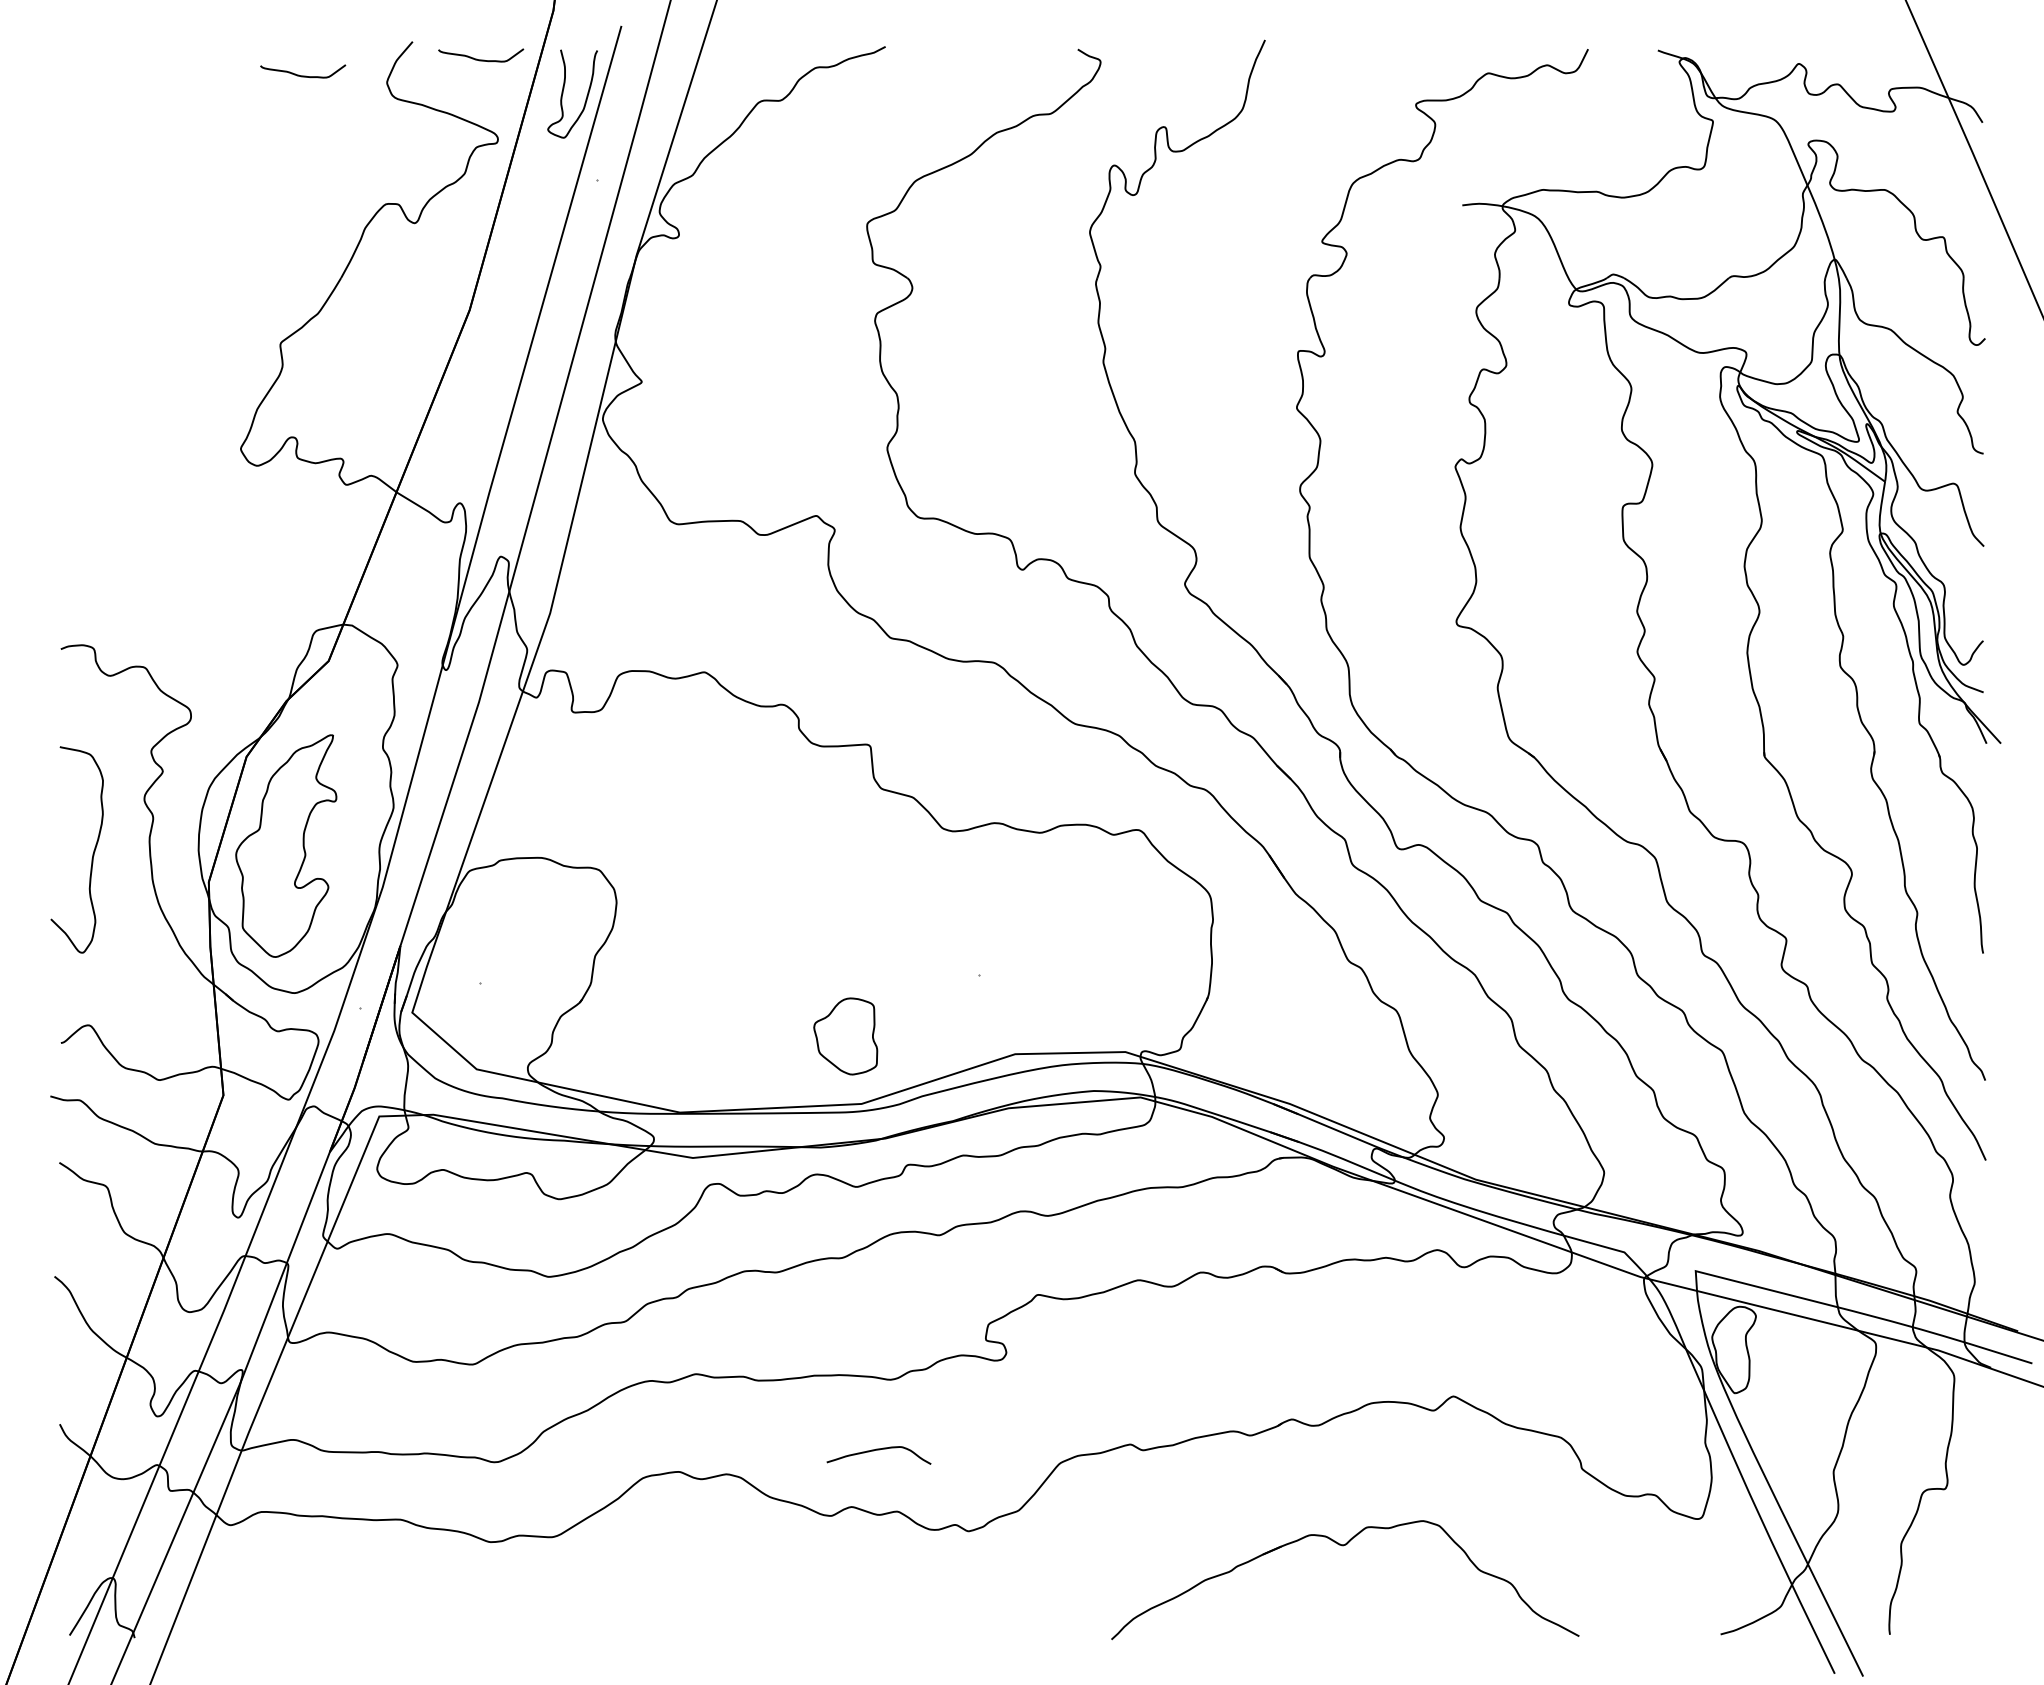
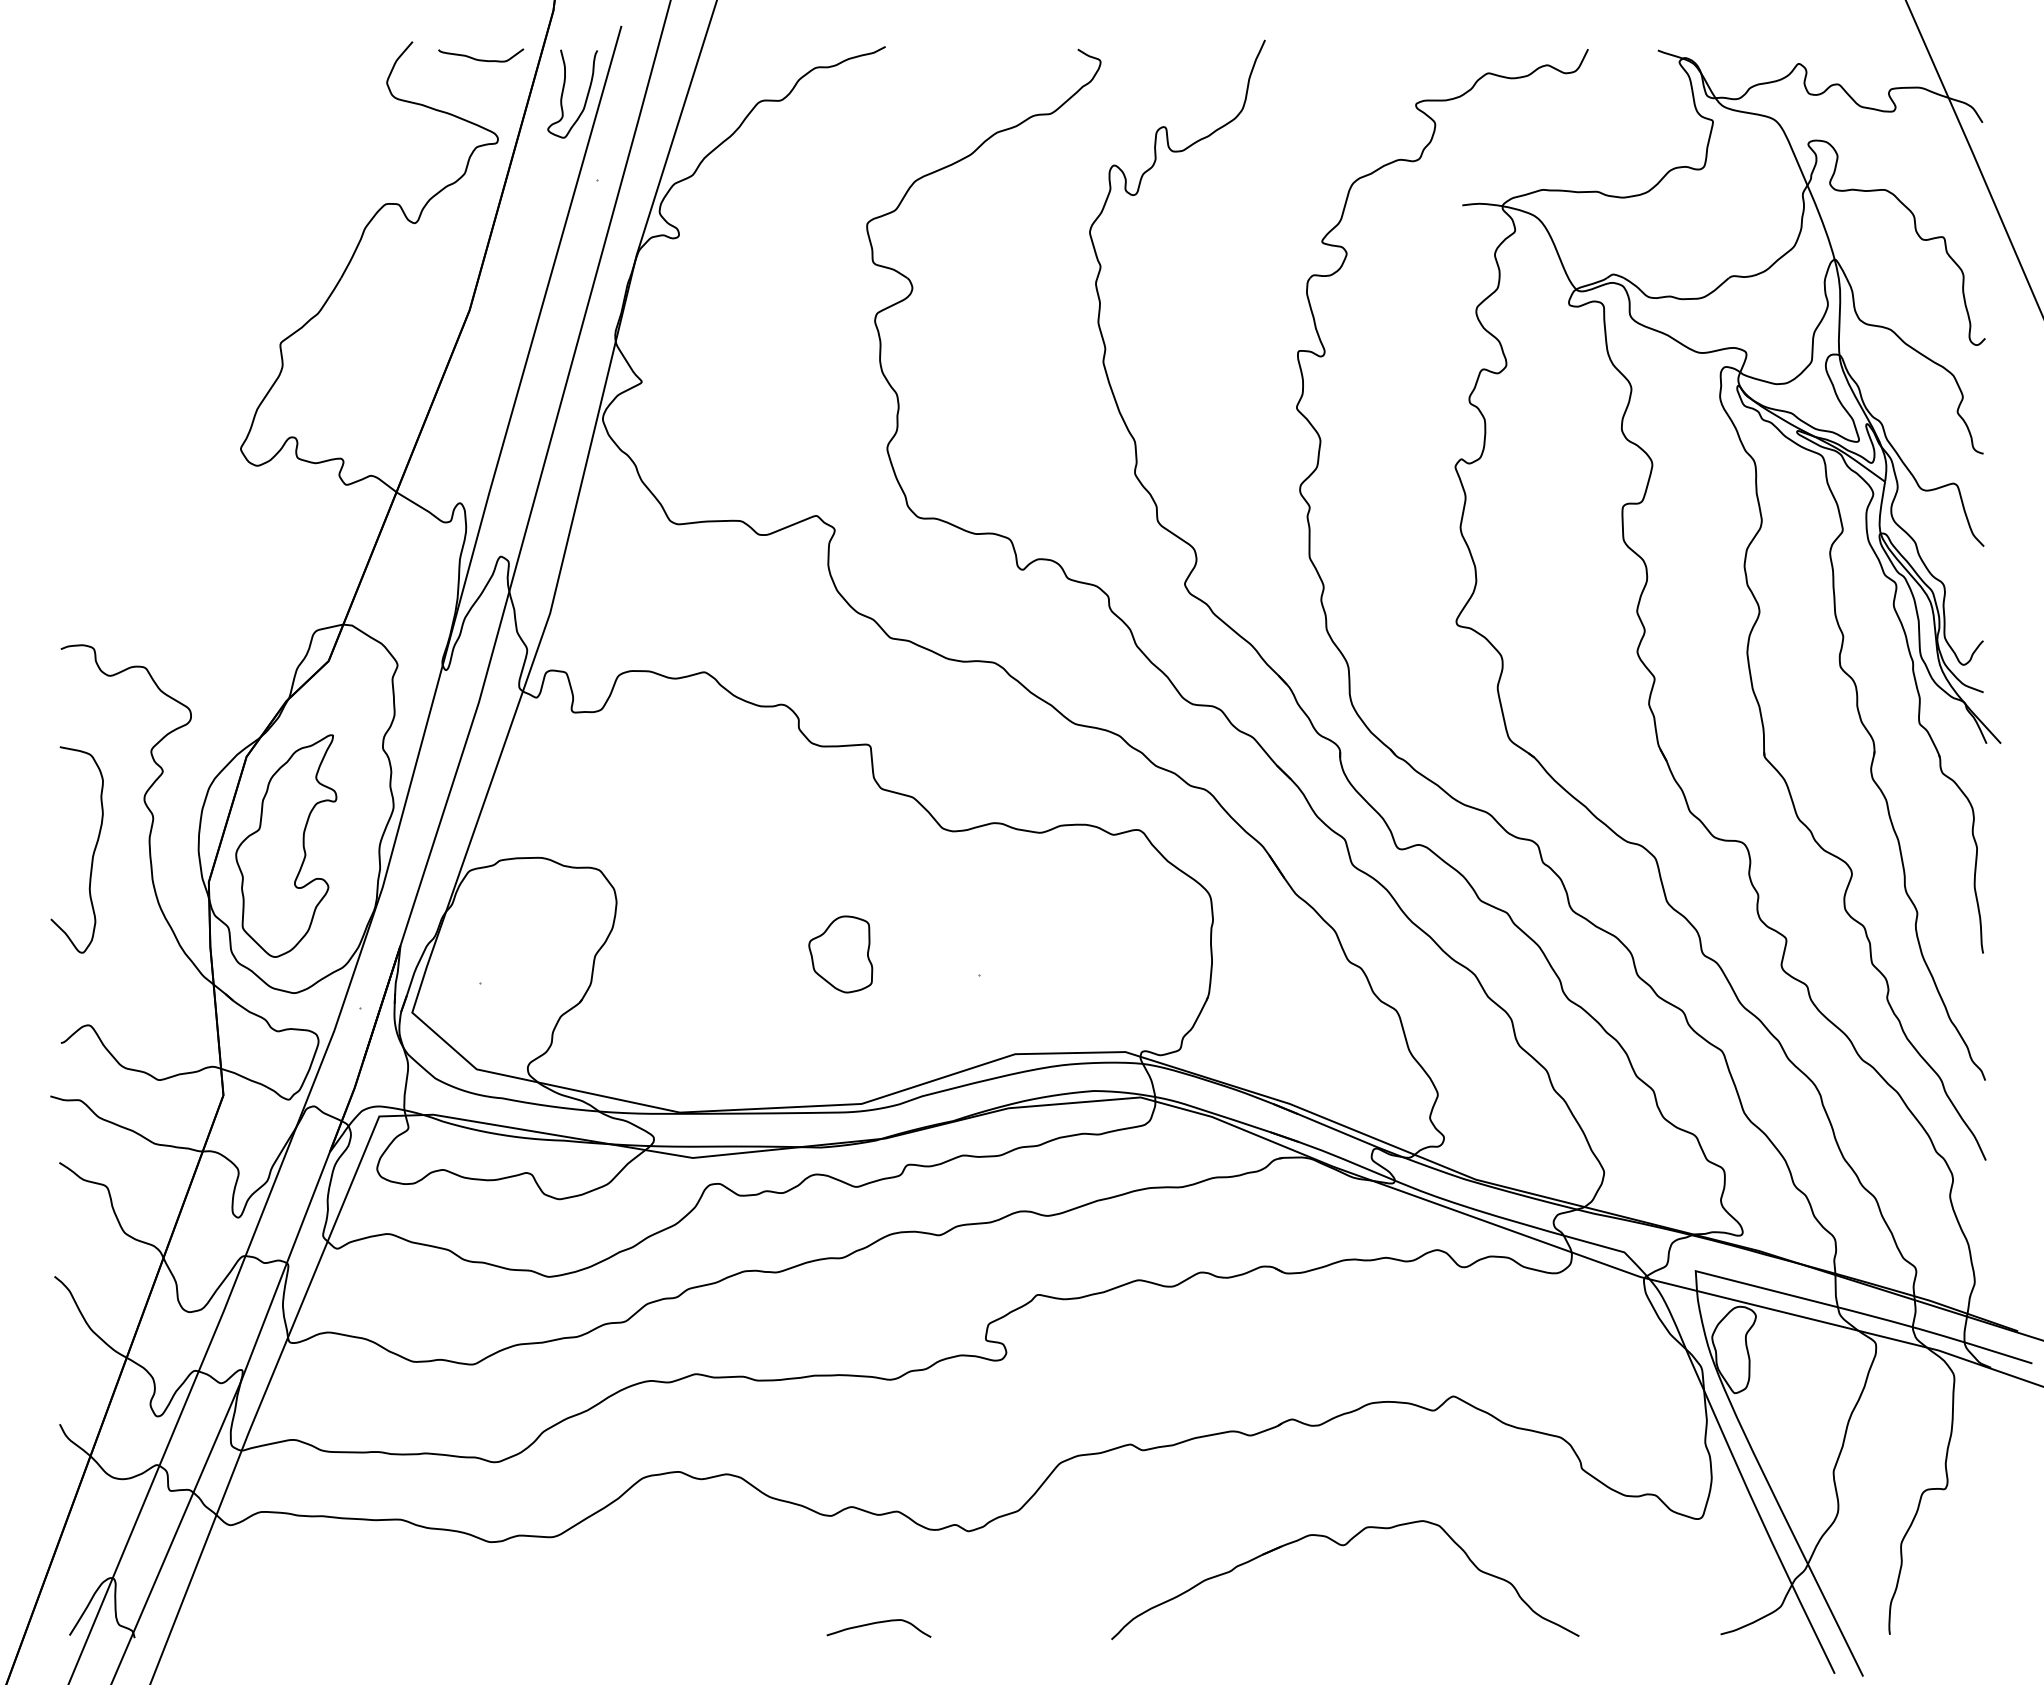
curve at (303, 75): present -> none
part at (845, 1036) position: (845, 1036) -> (840, 954)
curve at (878, 1450) position: (878, 1450) -> (878, 1623)
